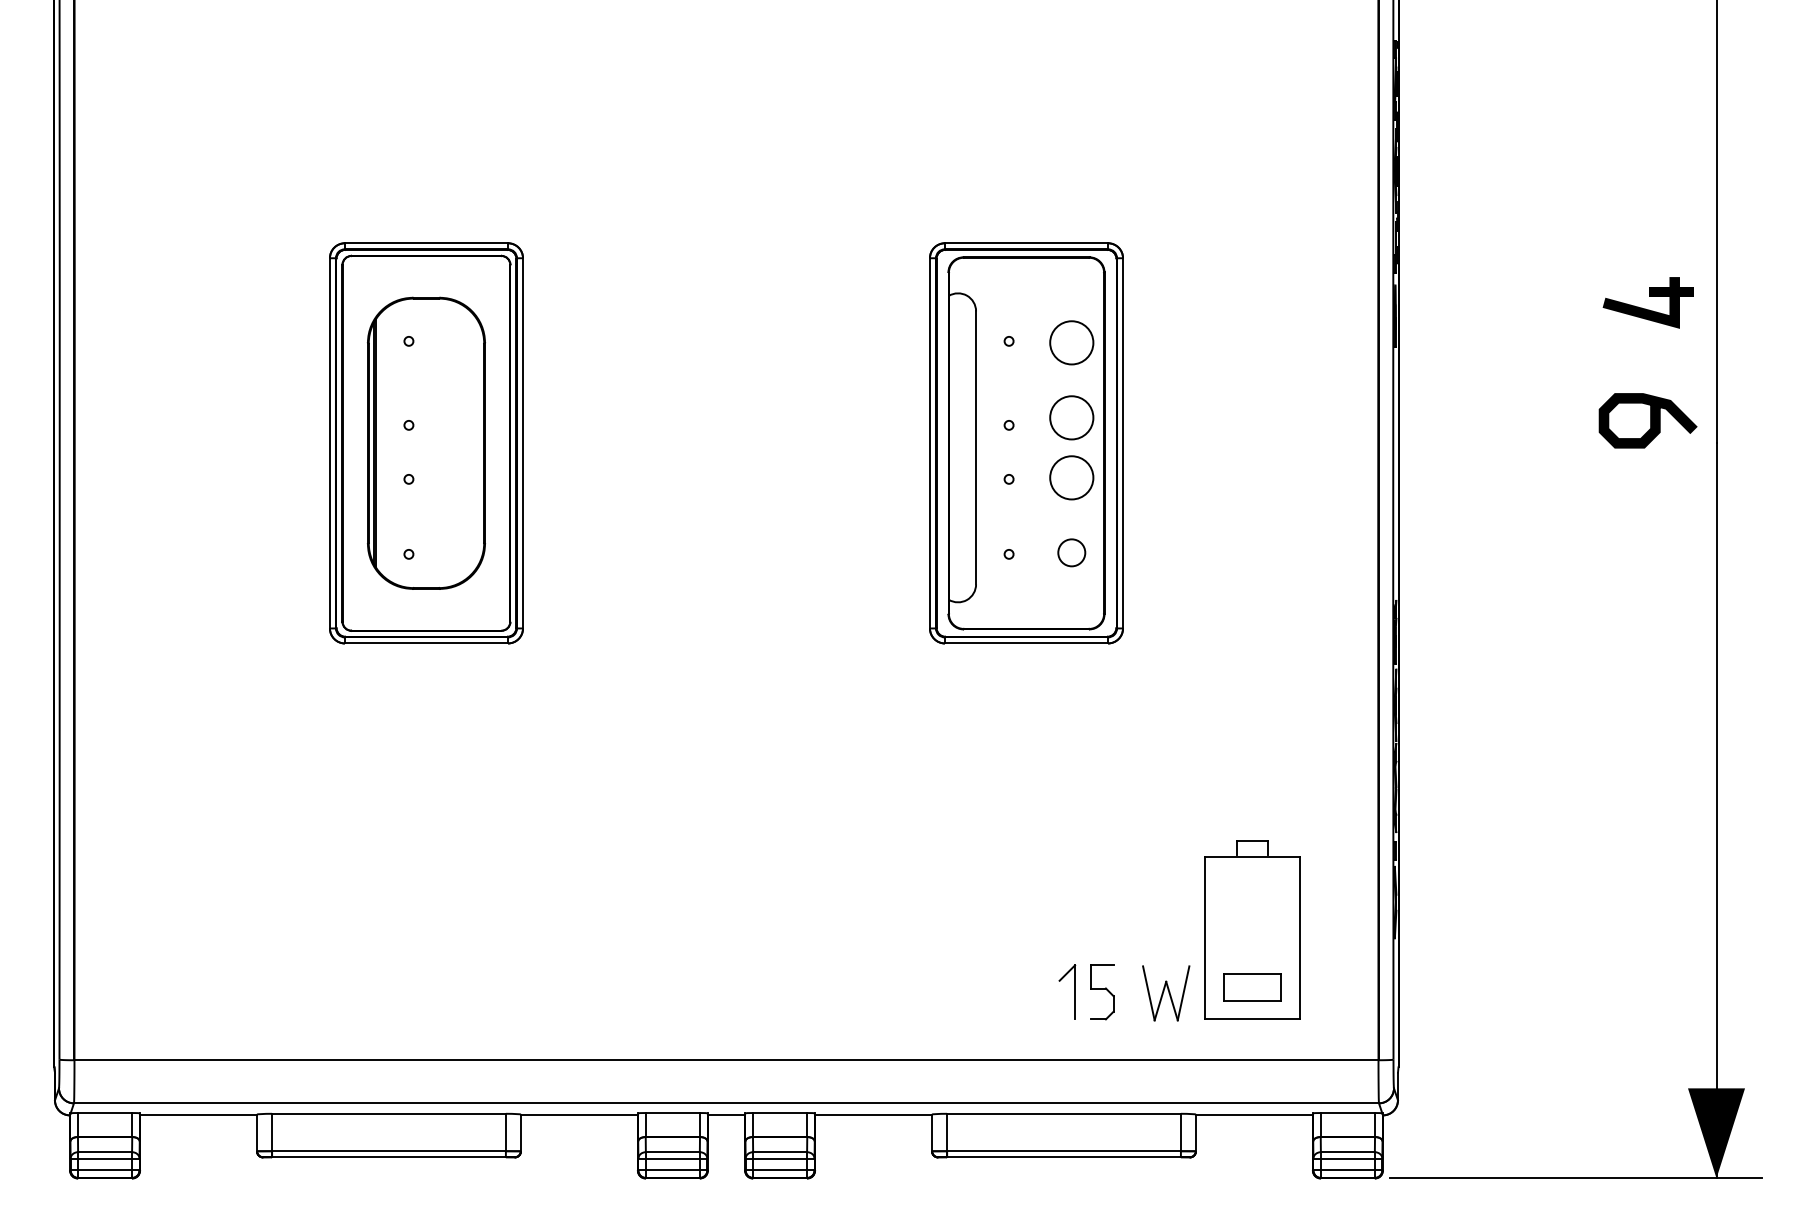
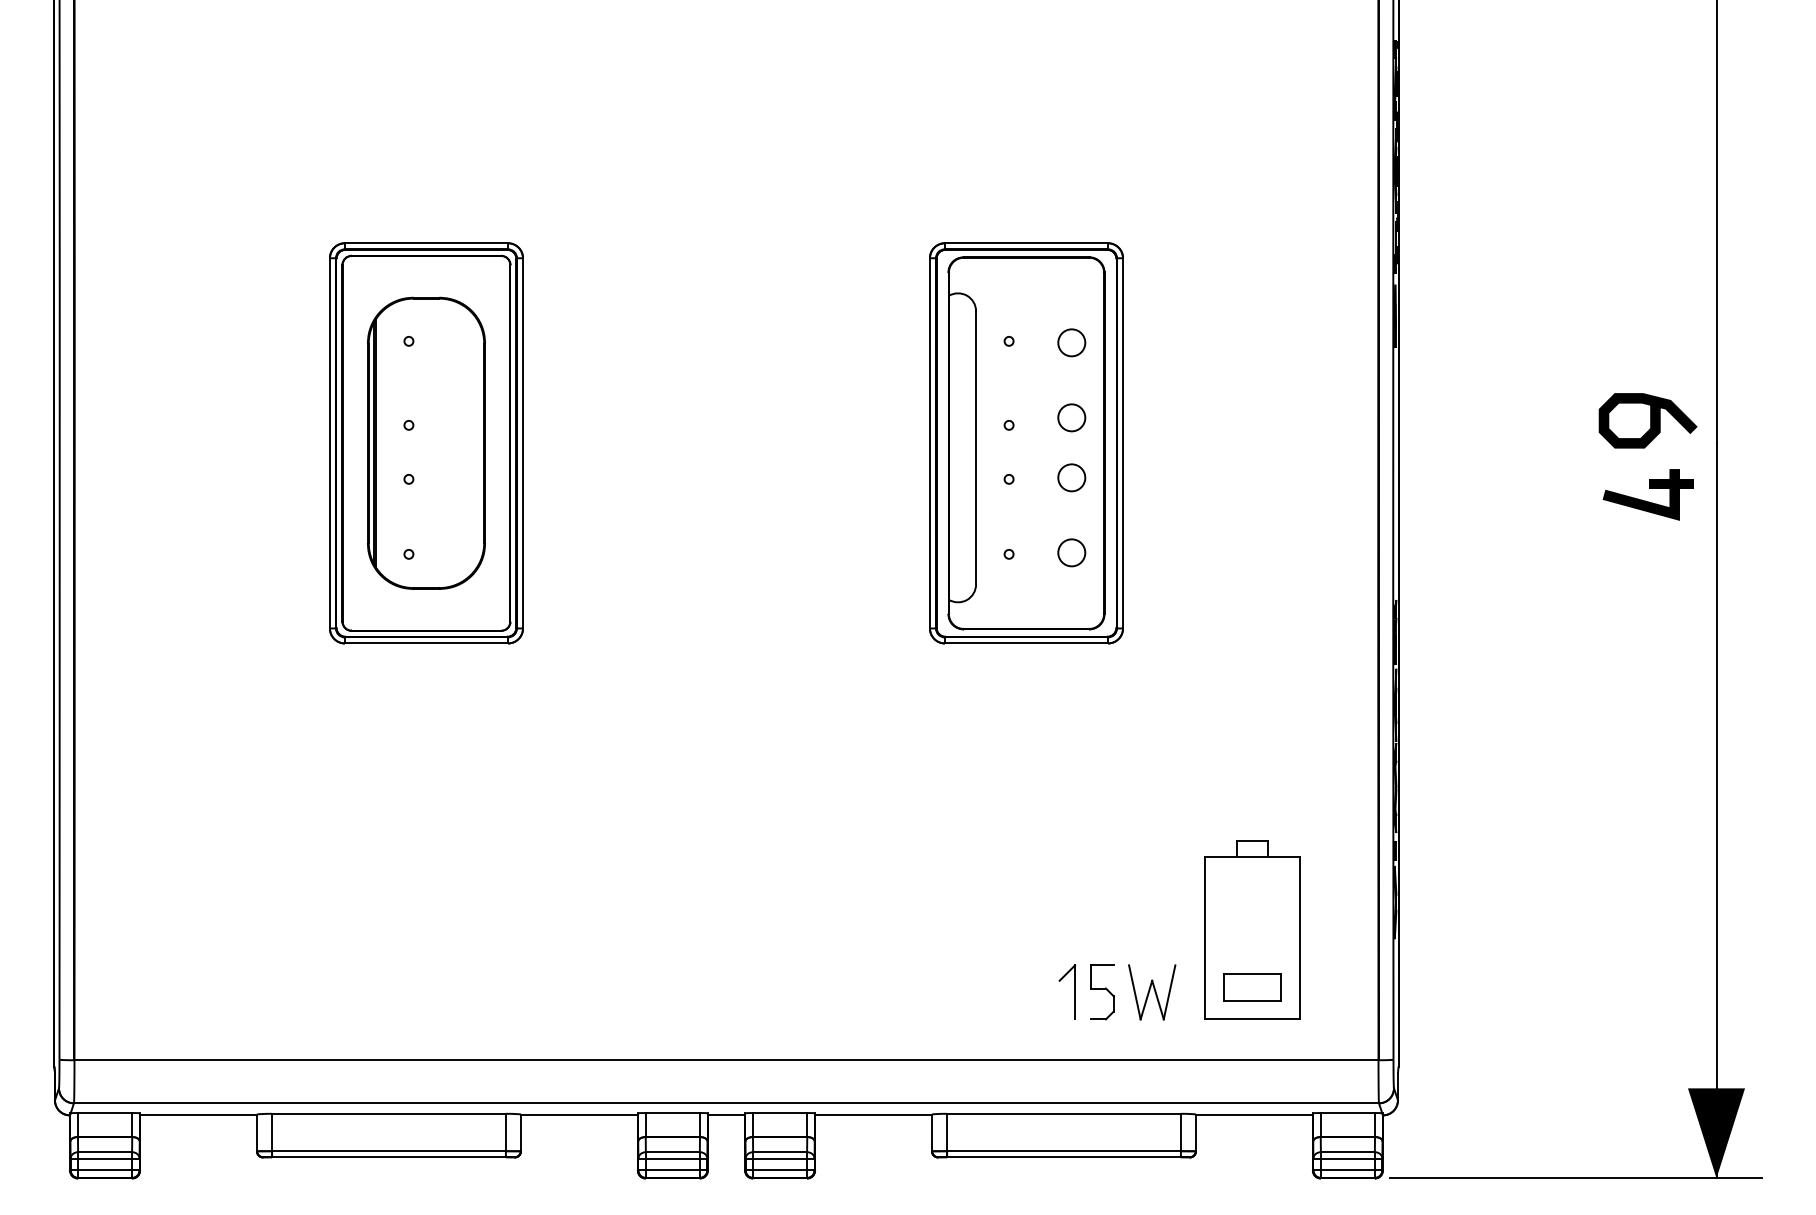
part at (1649, 296) position: (1649, 296) -> (1649, 488)
circle at (1071, 342) diameter: 43 px -> 27 px
circle at (1071, 417) diameter: 43 px -> 27 px
circle at (1071, 477) diameter: 43 px -> 27 px
part at (1166, 993) position: (1166, 993) -> (1152, 992)
